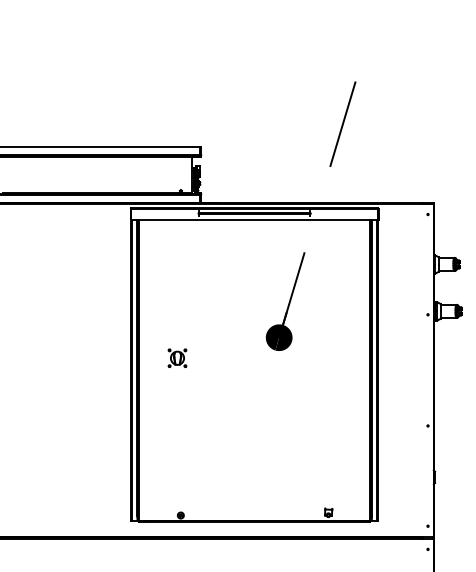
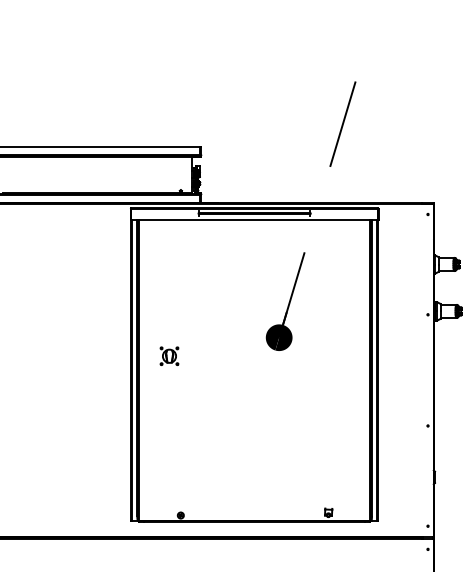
part at (177, 357) position: (177, 357) -> (169, 355)
